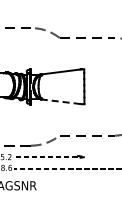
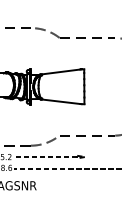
line at (60, 101): dashed -> solid
